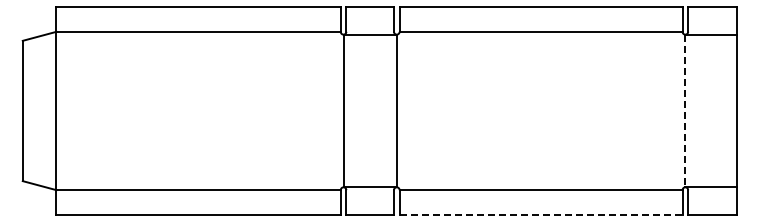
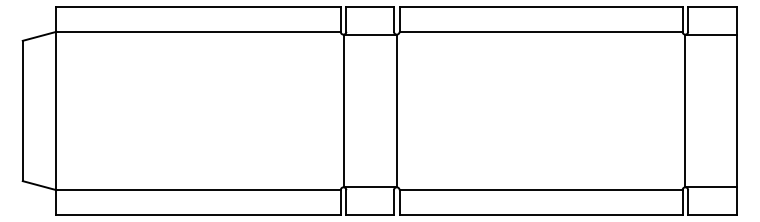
line at (685, 111): dashed -> solid
line at (541, 215): dashed -> solid
